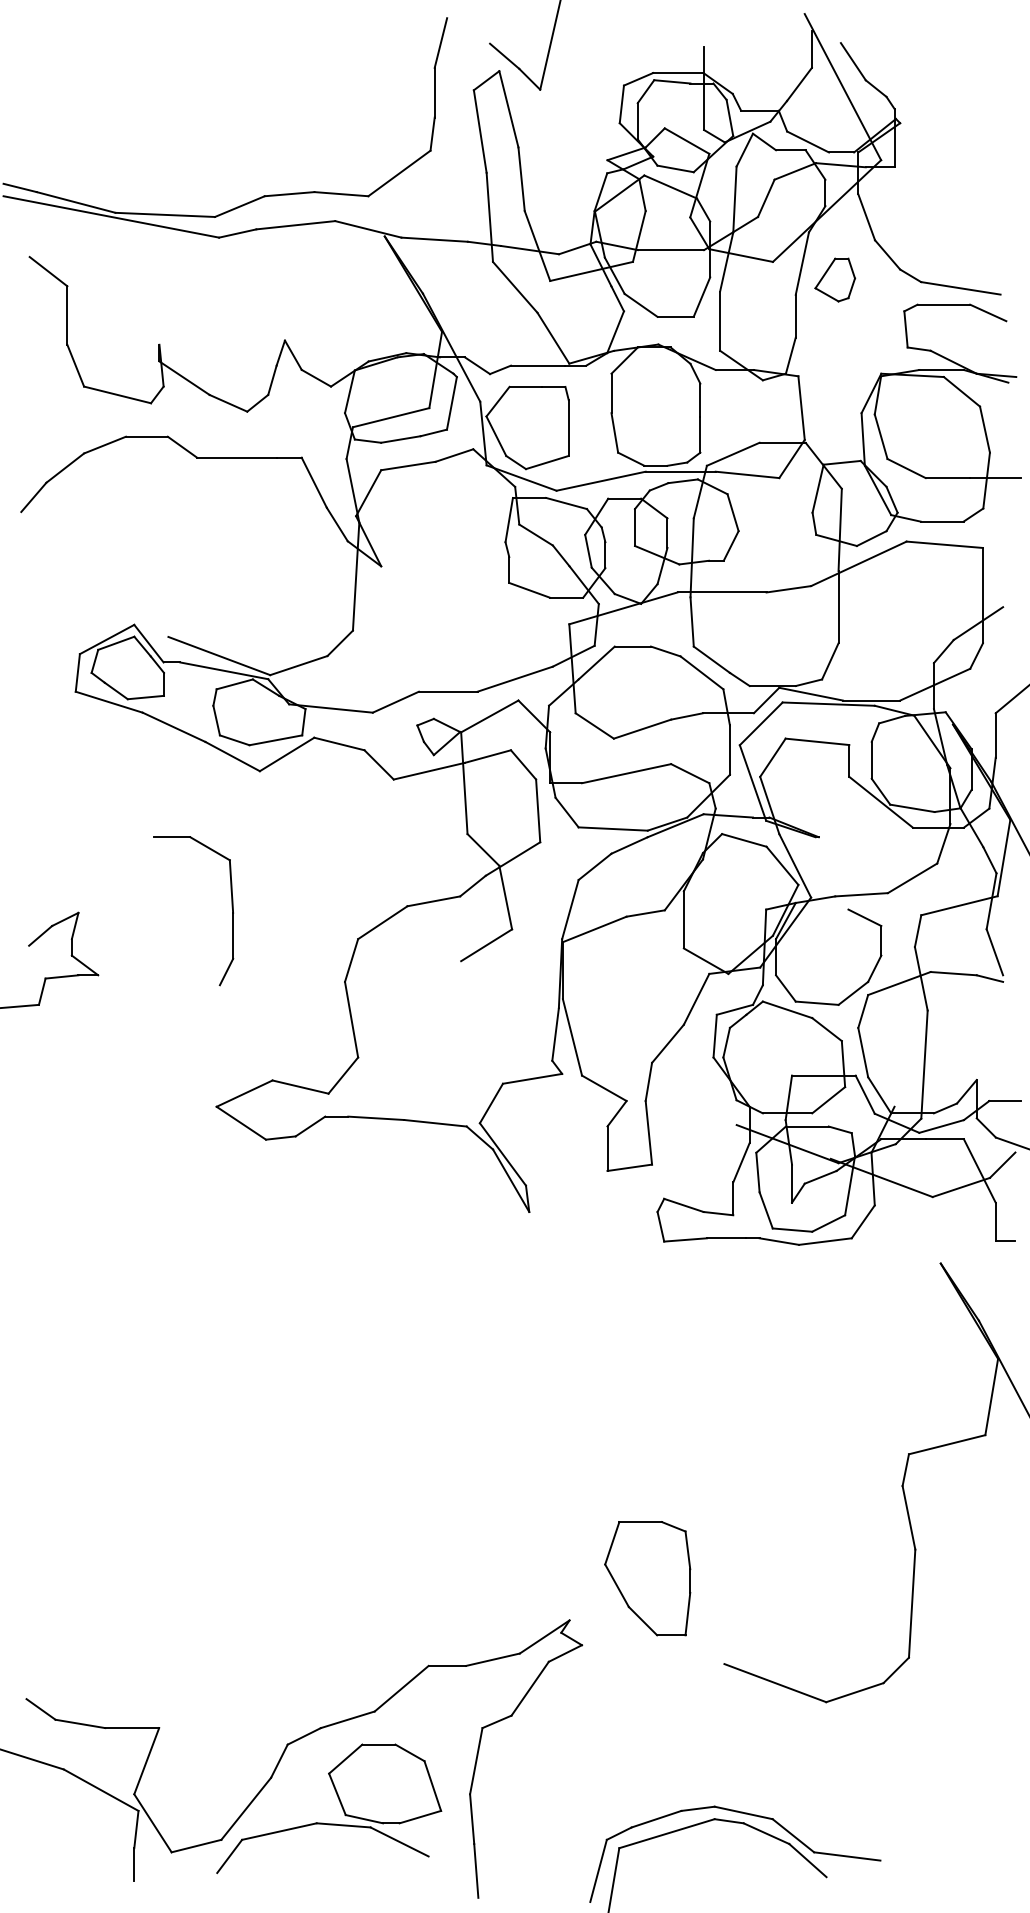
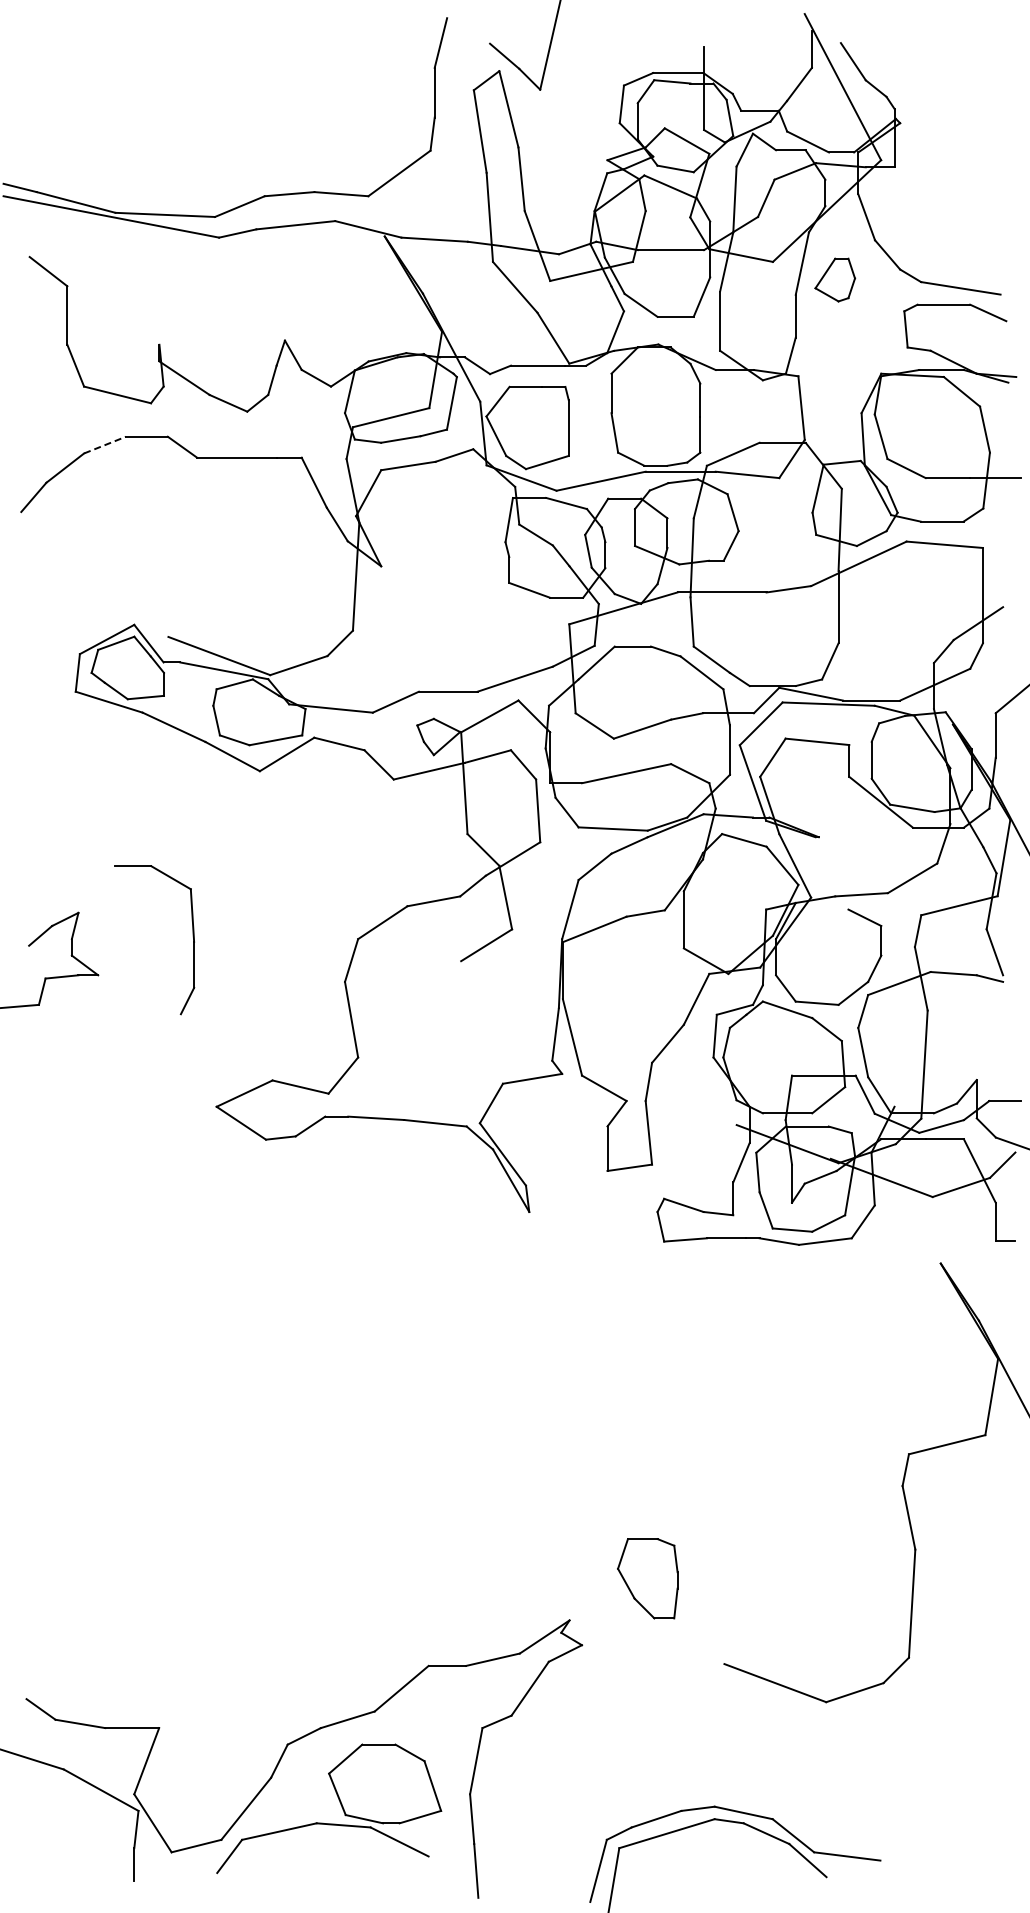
line at (105, 445): solid -> dashed
part at (231, 907) position: (231, 907) -> (192, 936)
part at (647, 1578) size: 88x116 px -> 62x82 px
